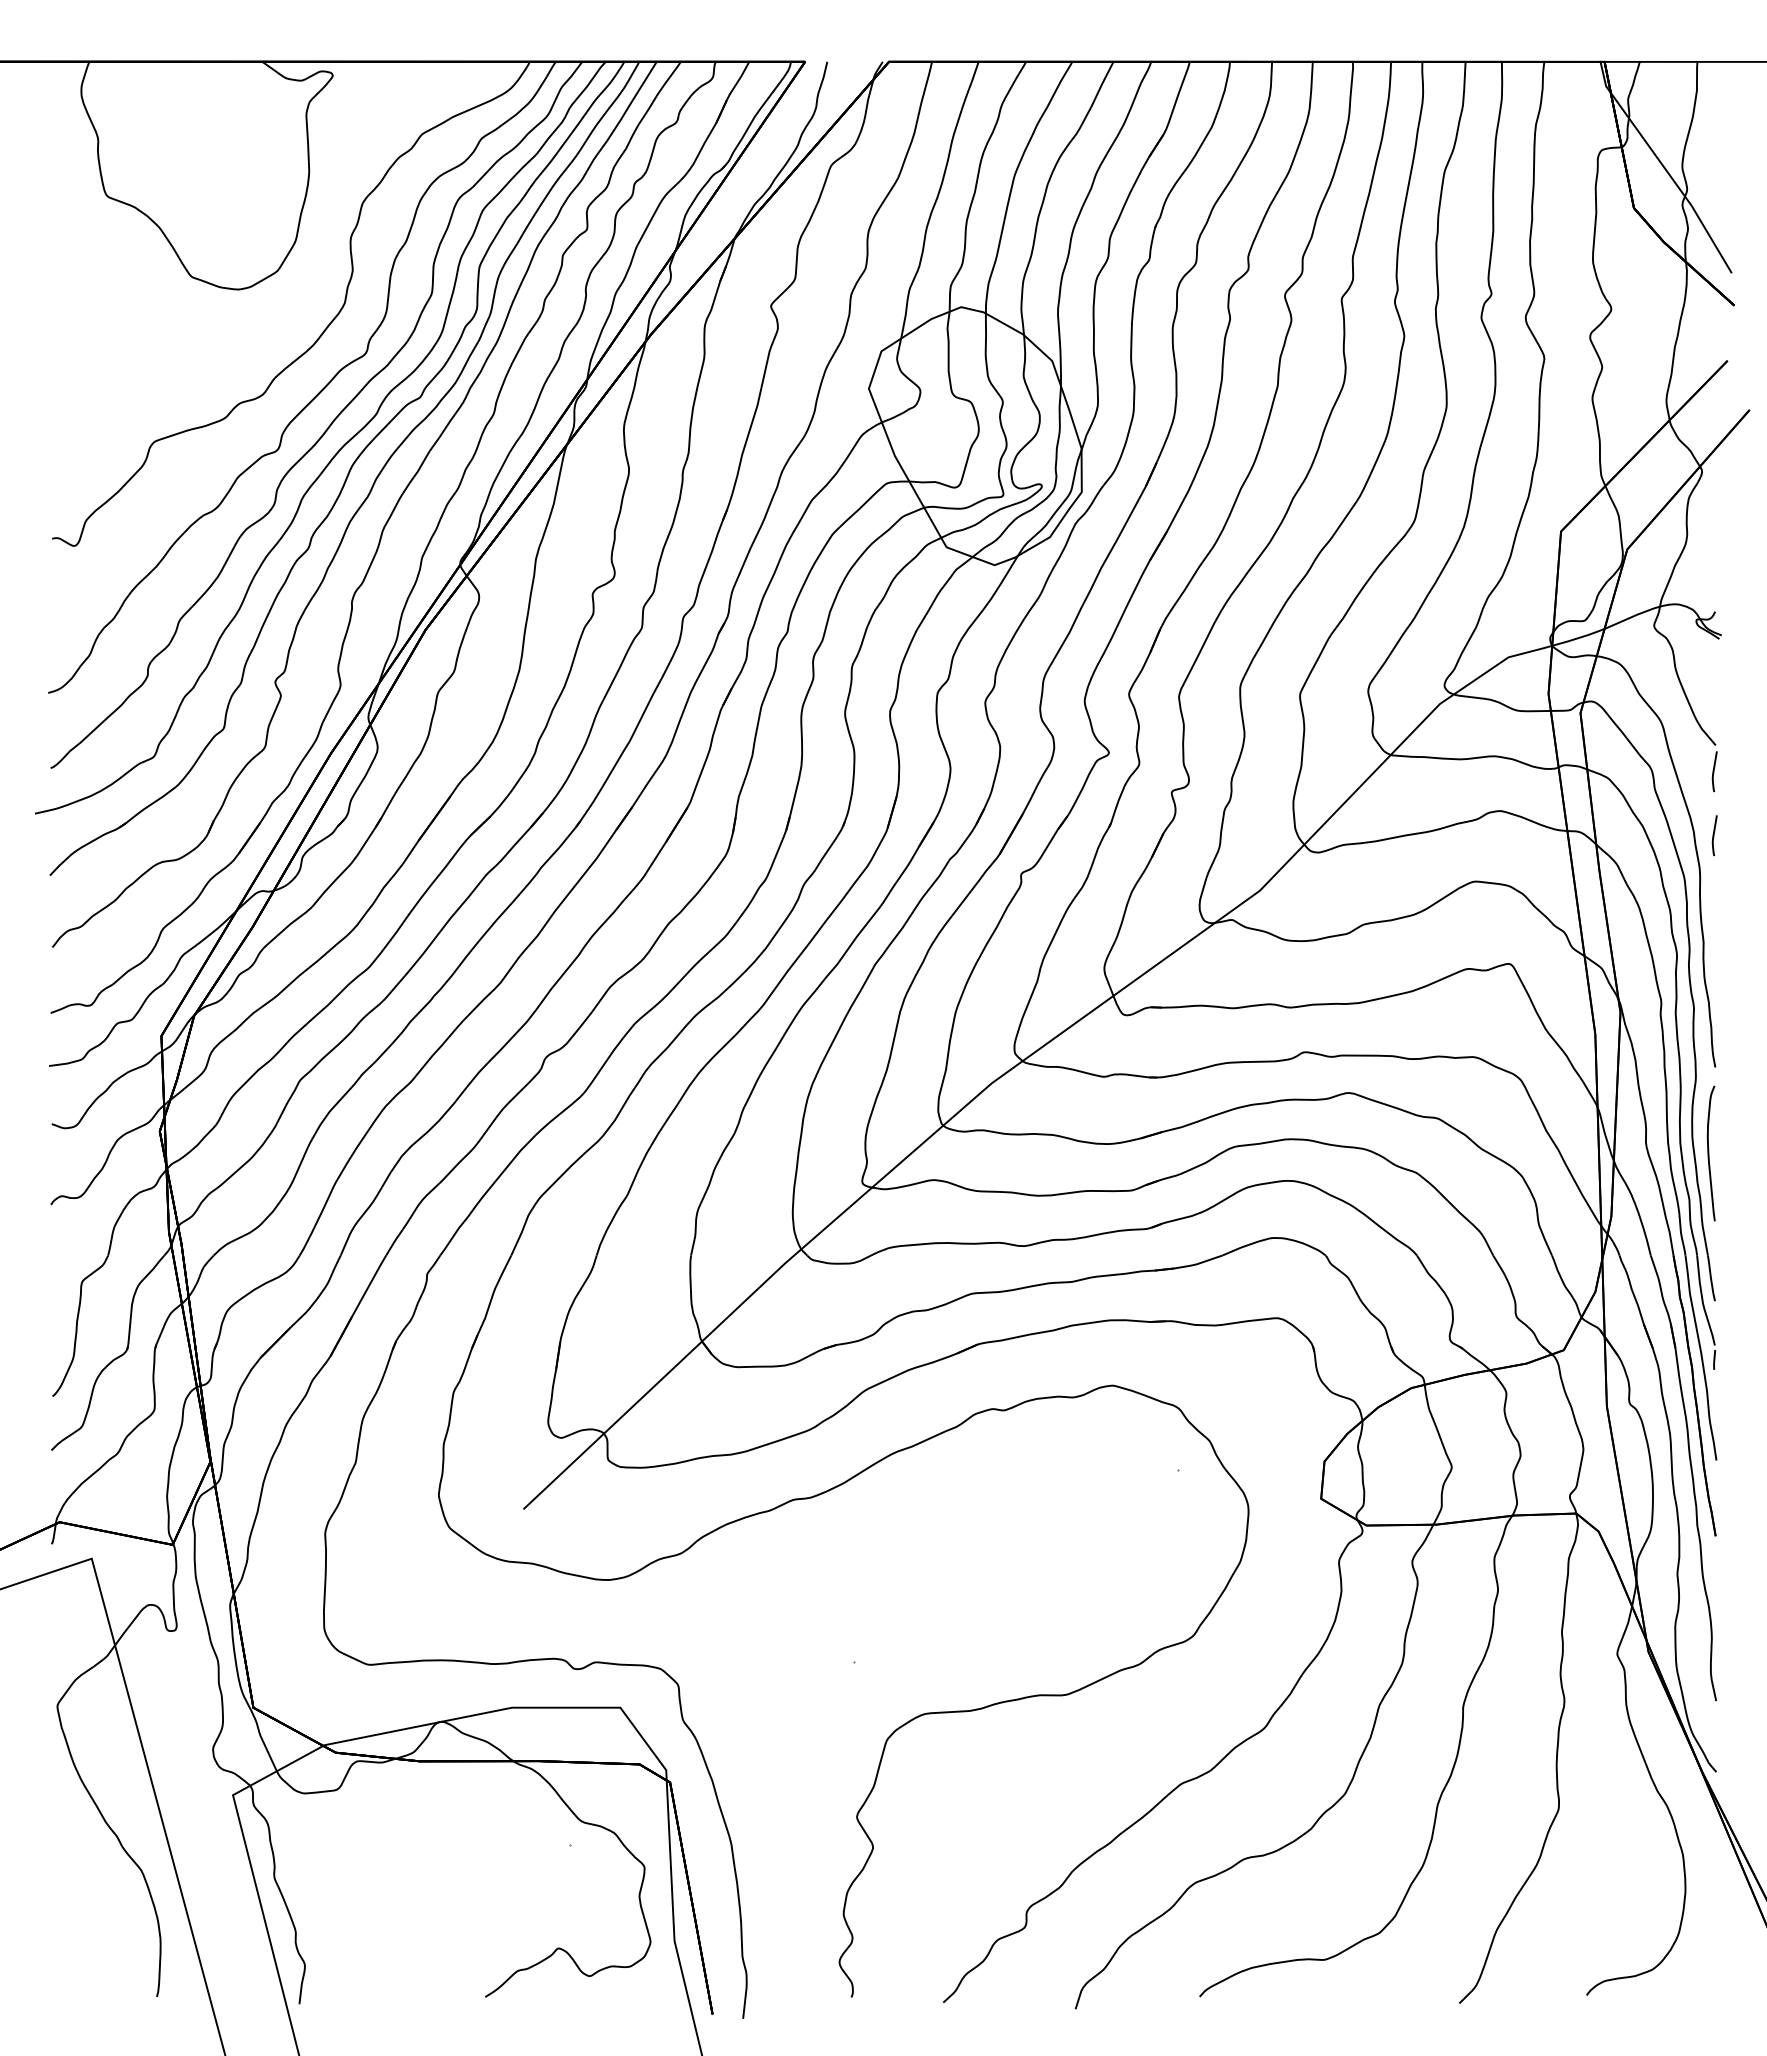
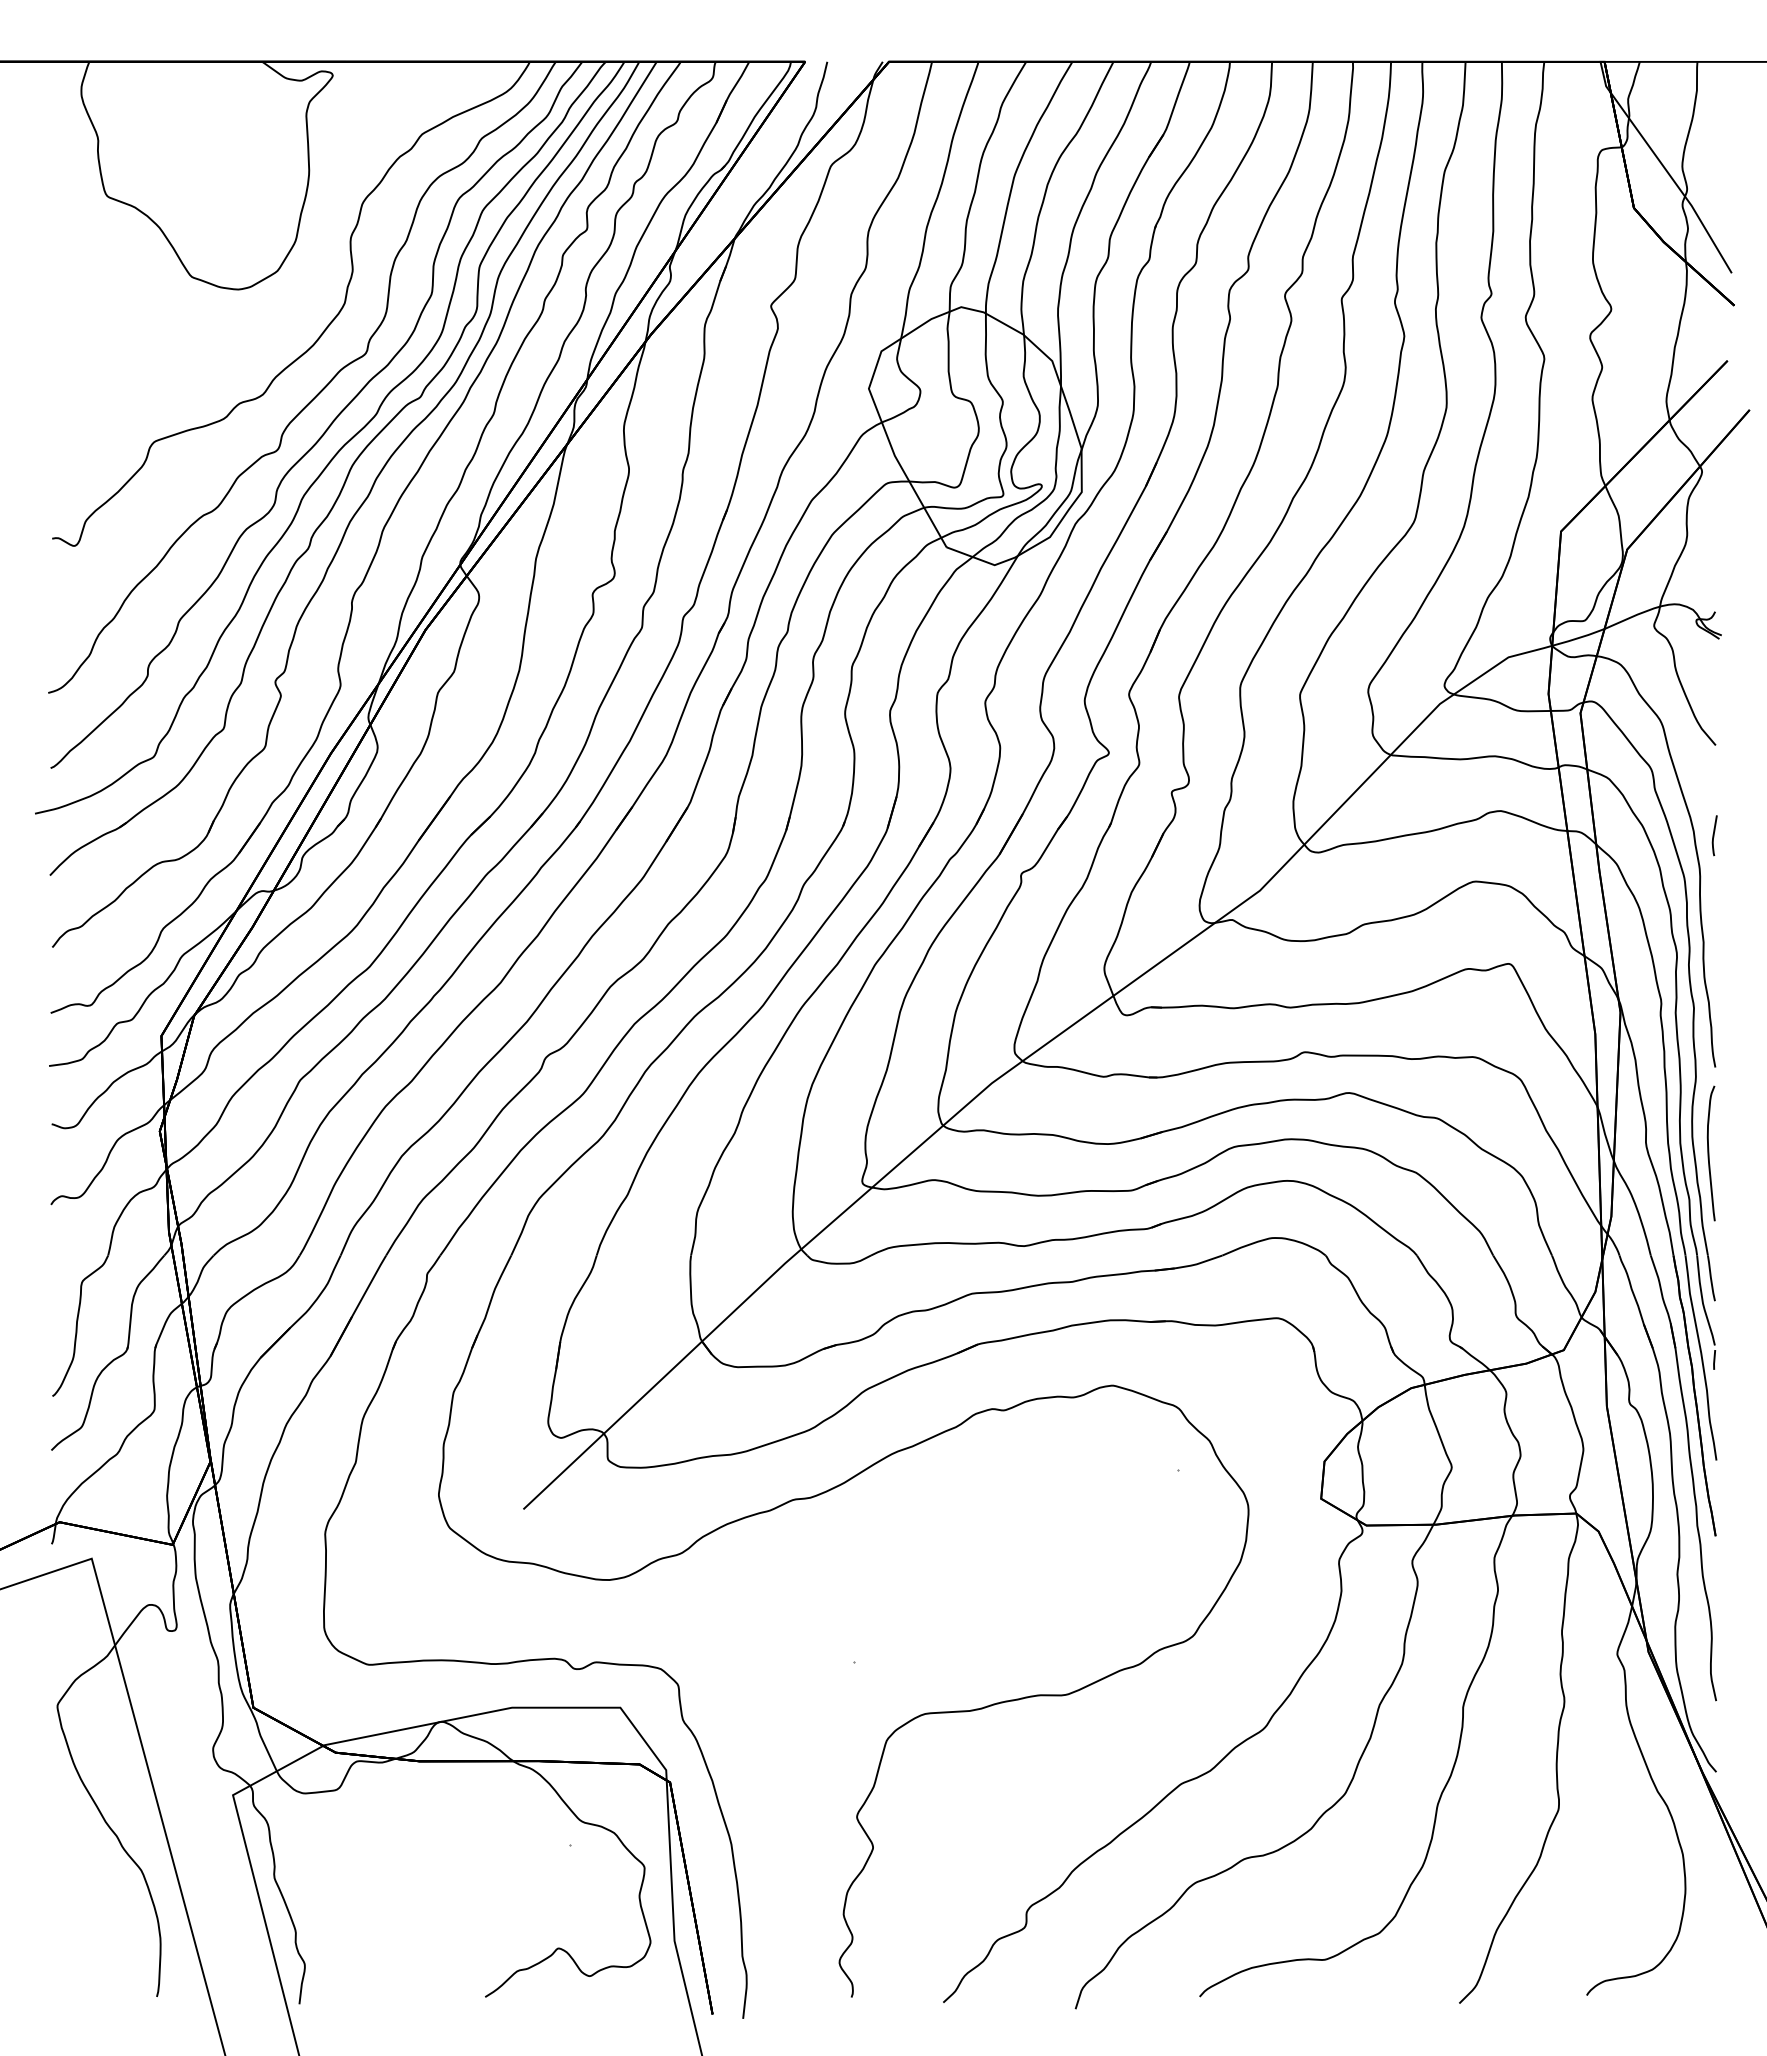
curve at (1714, 771): present -> none
